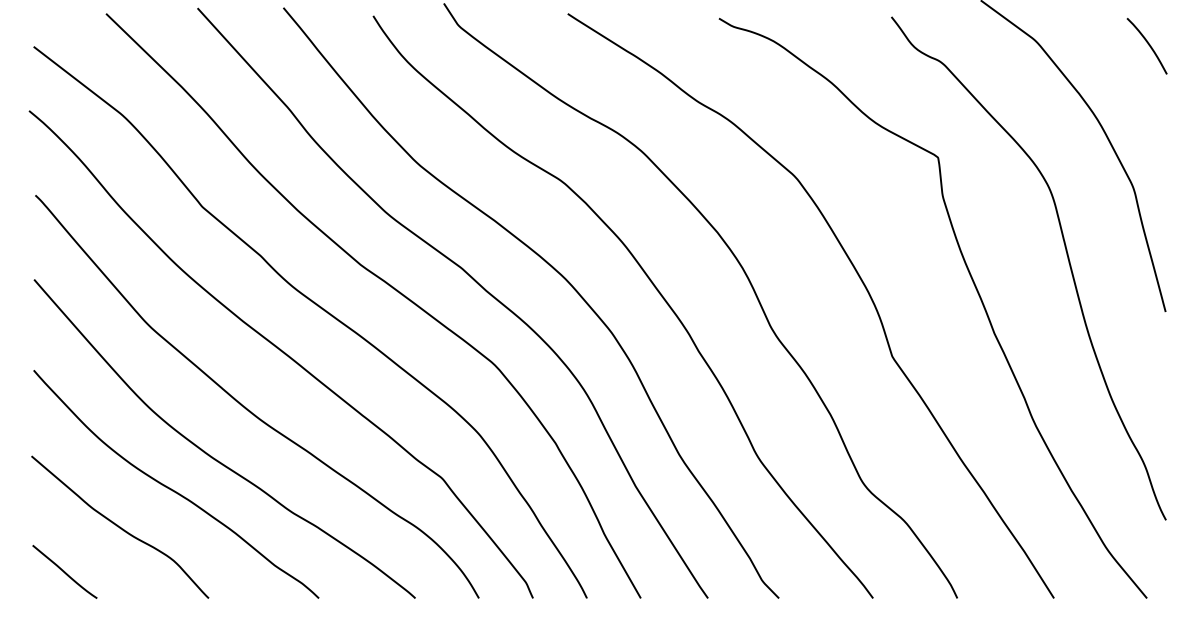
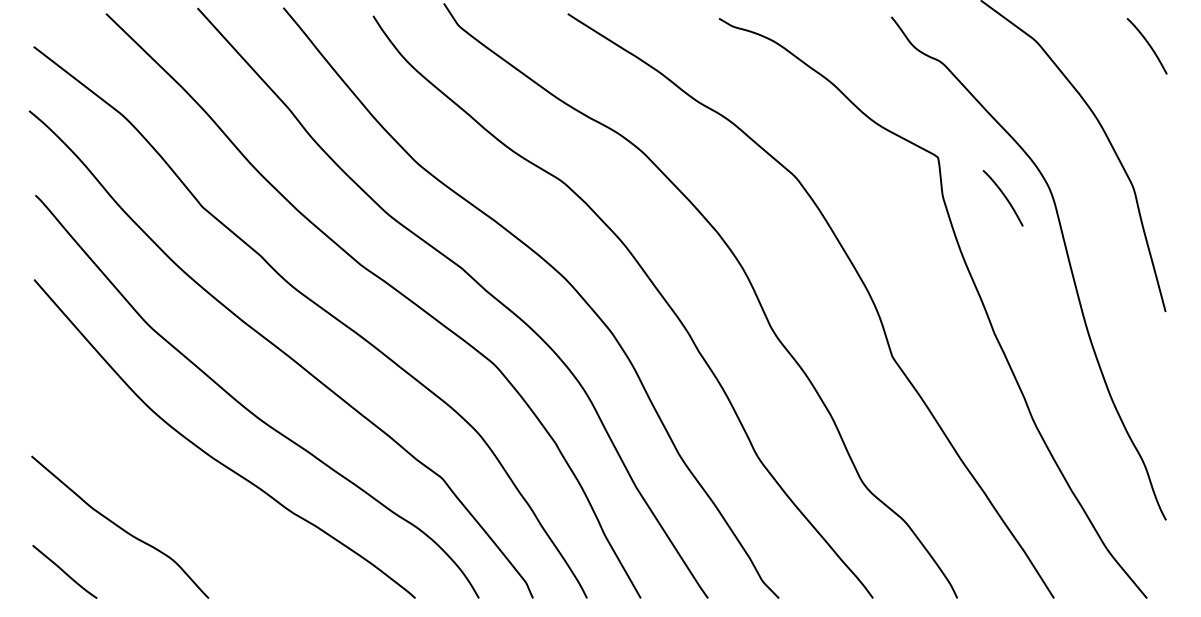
curve at (1004, 197): none -> present
curve at (173, 489): present -> none
